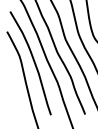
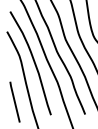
line at (14, 101): none -> present
